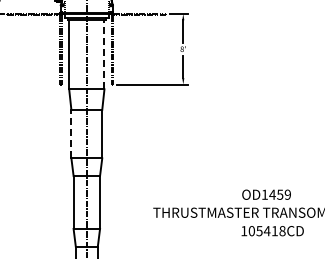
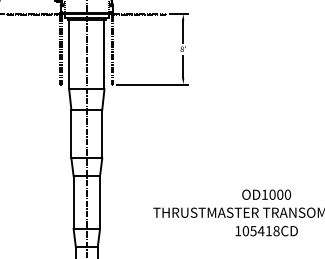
line at (104, 54): dashed -> solid
line at (71, 133): dashed -> solid
text at (279, 194): OD1459 -> OD1000
text at (272, 231) position: (272, 231) -> (266, 231)
